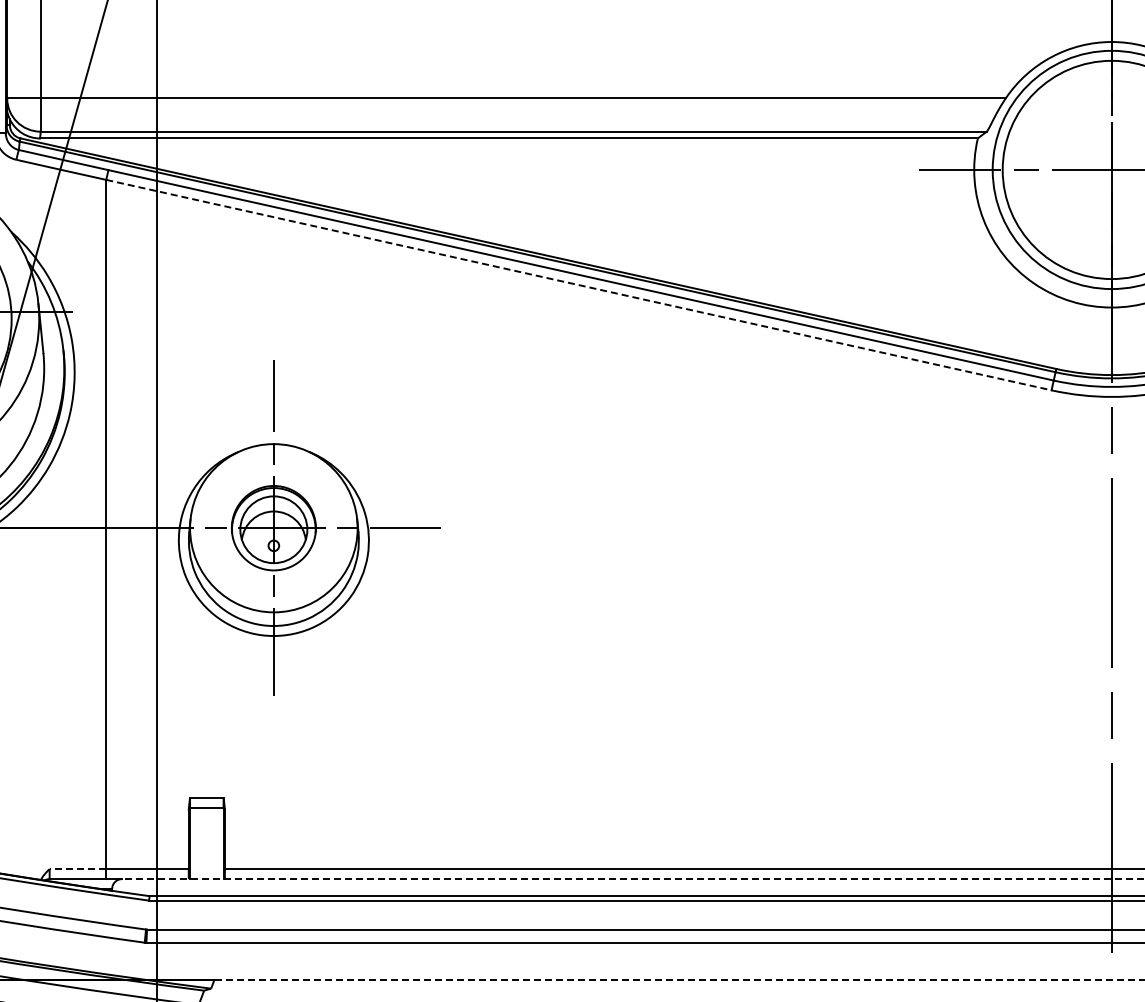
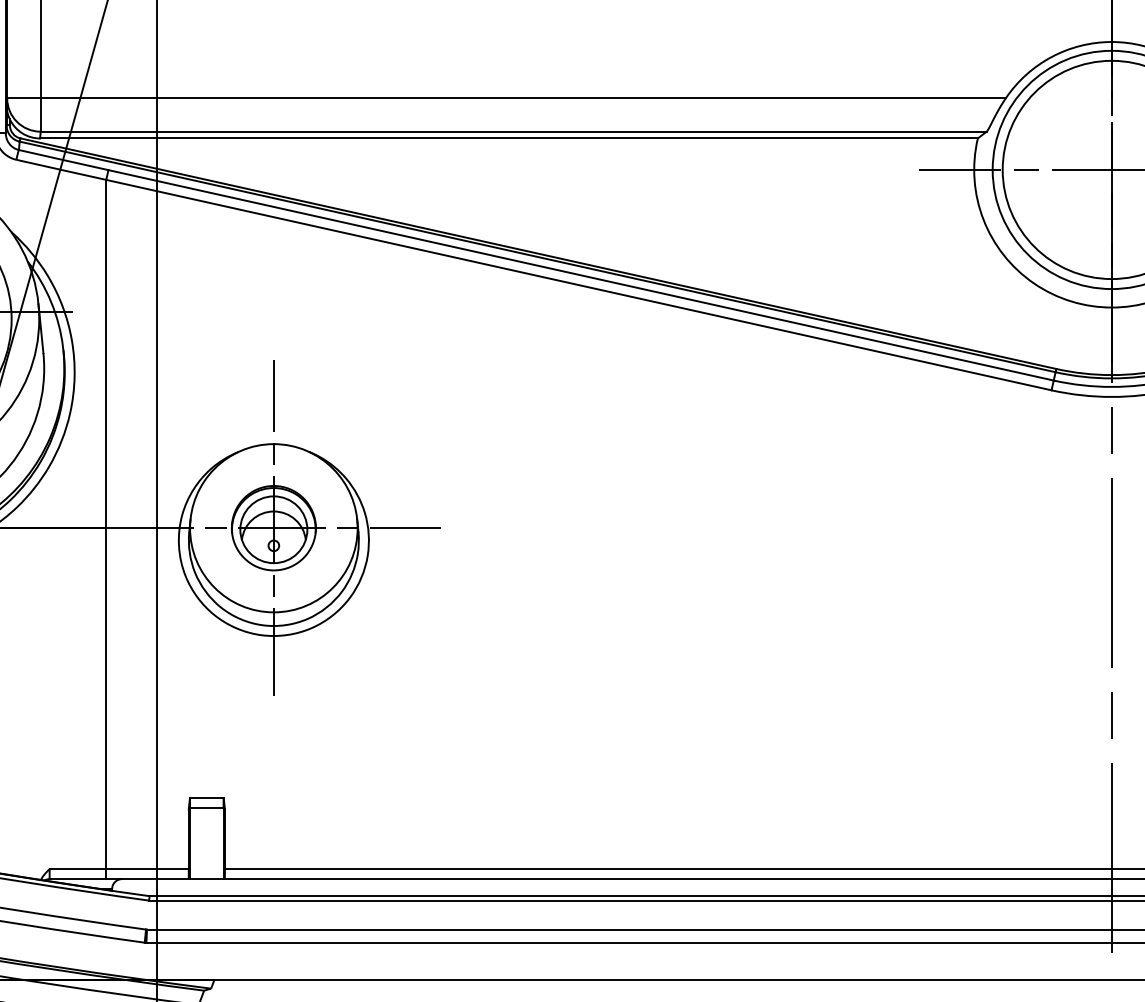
line at (579, 285): dashed -> solid
line at (77, 869): dashed -> solid
line at (633, 879): dashed -> solid
line at (679, 979): dashed -> solid
